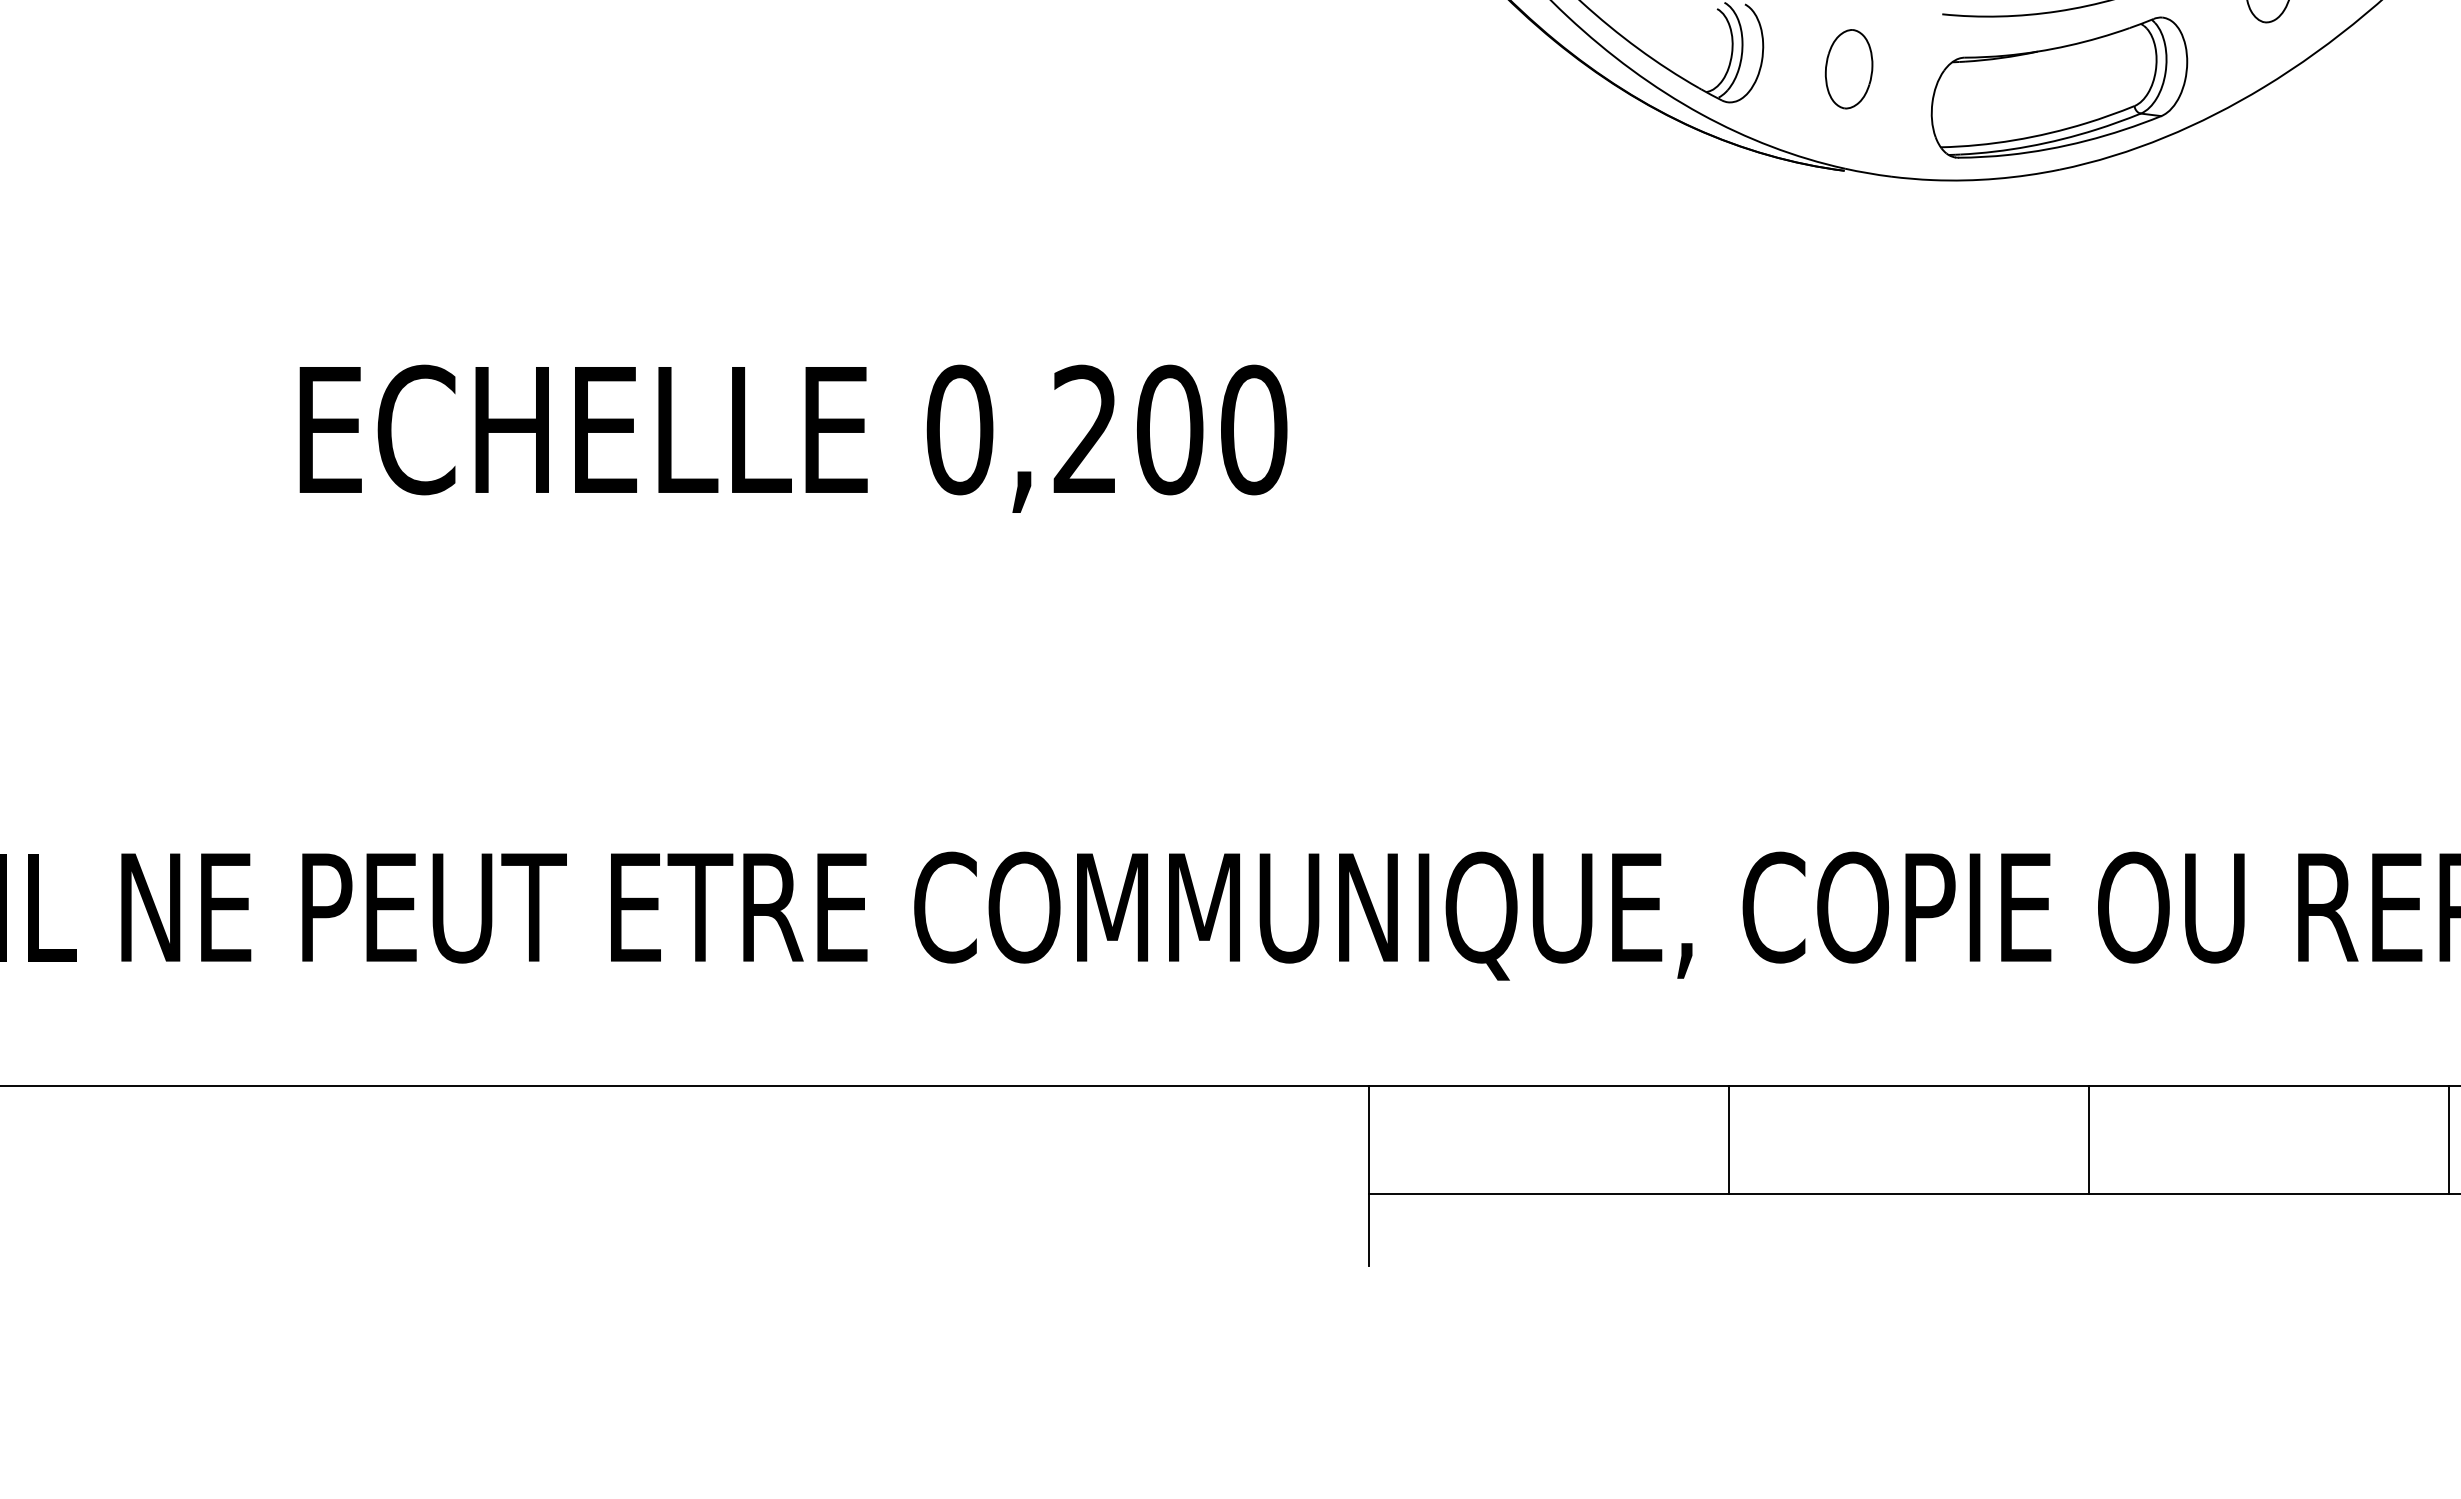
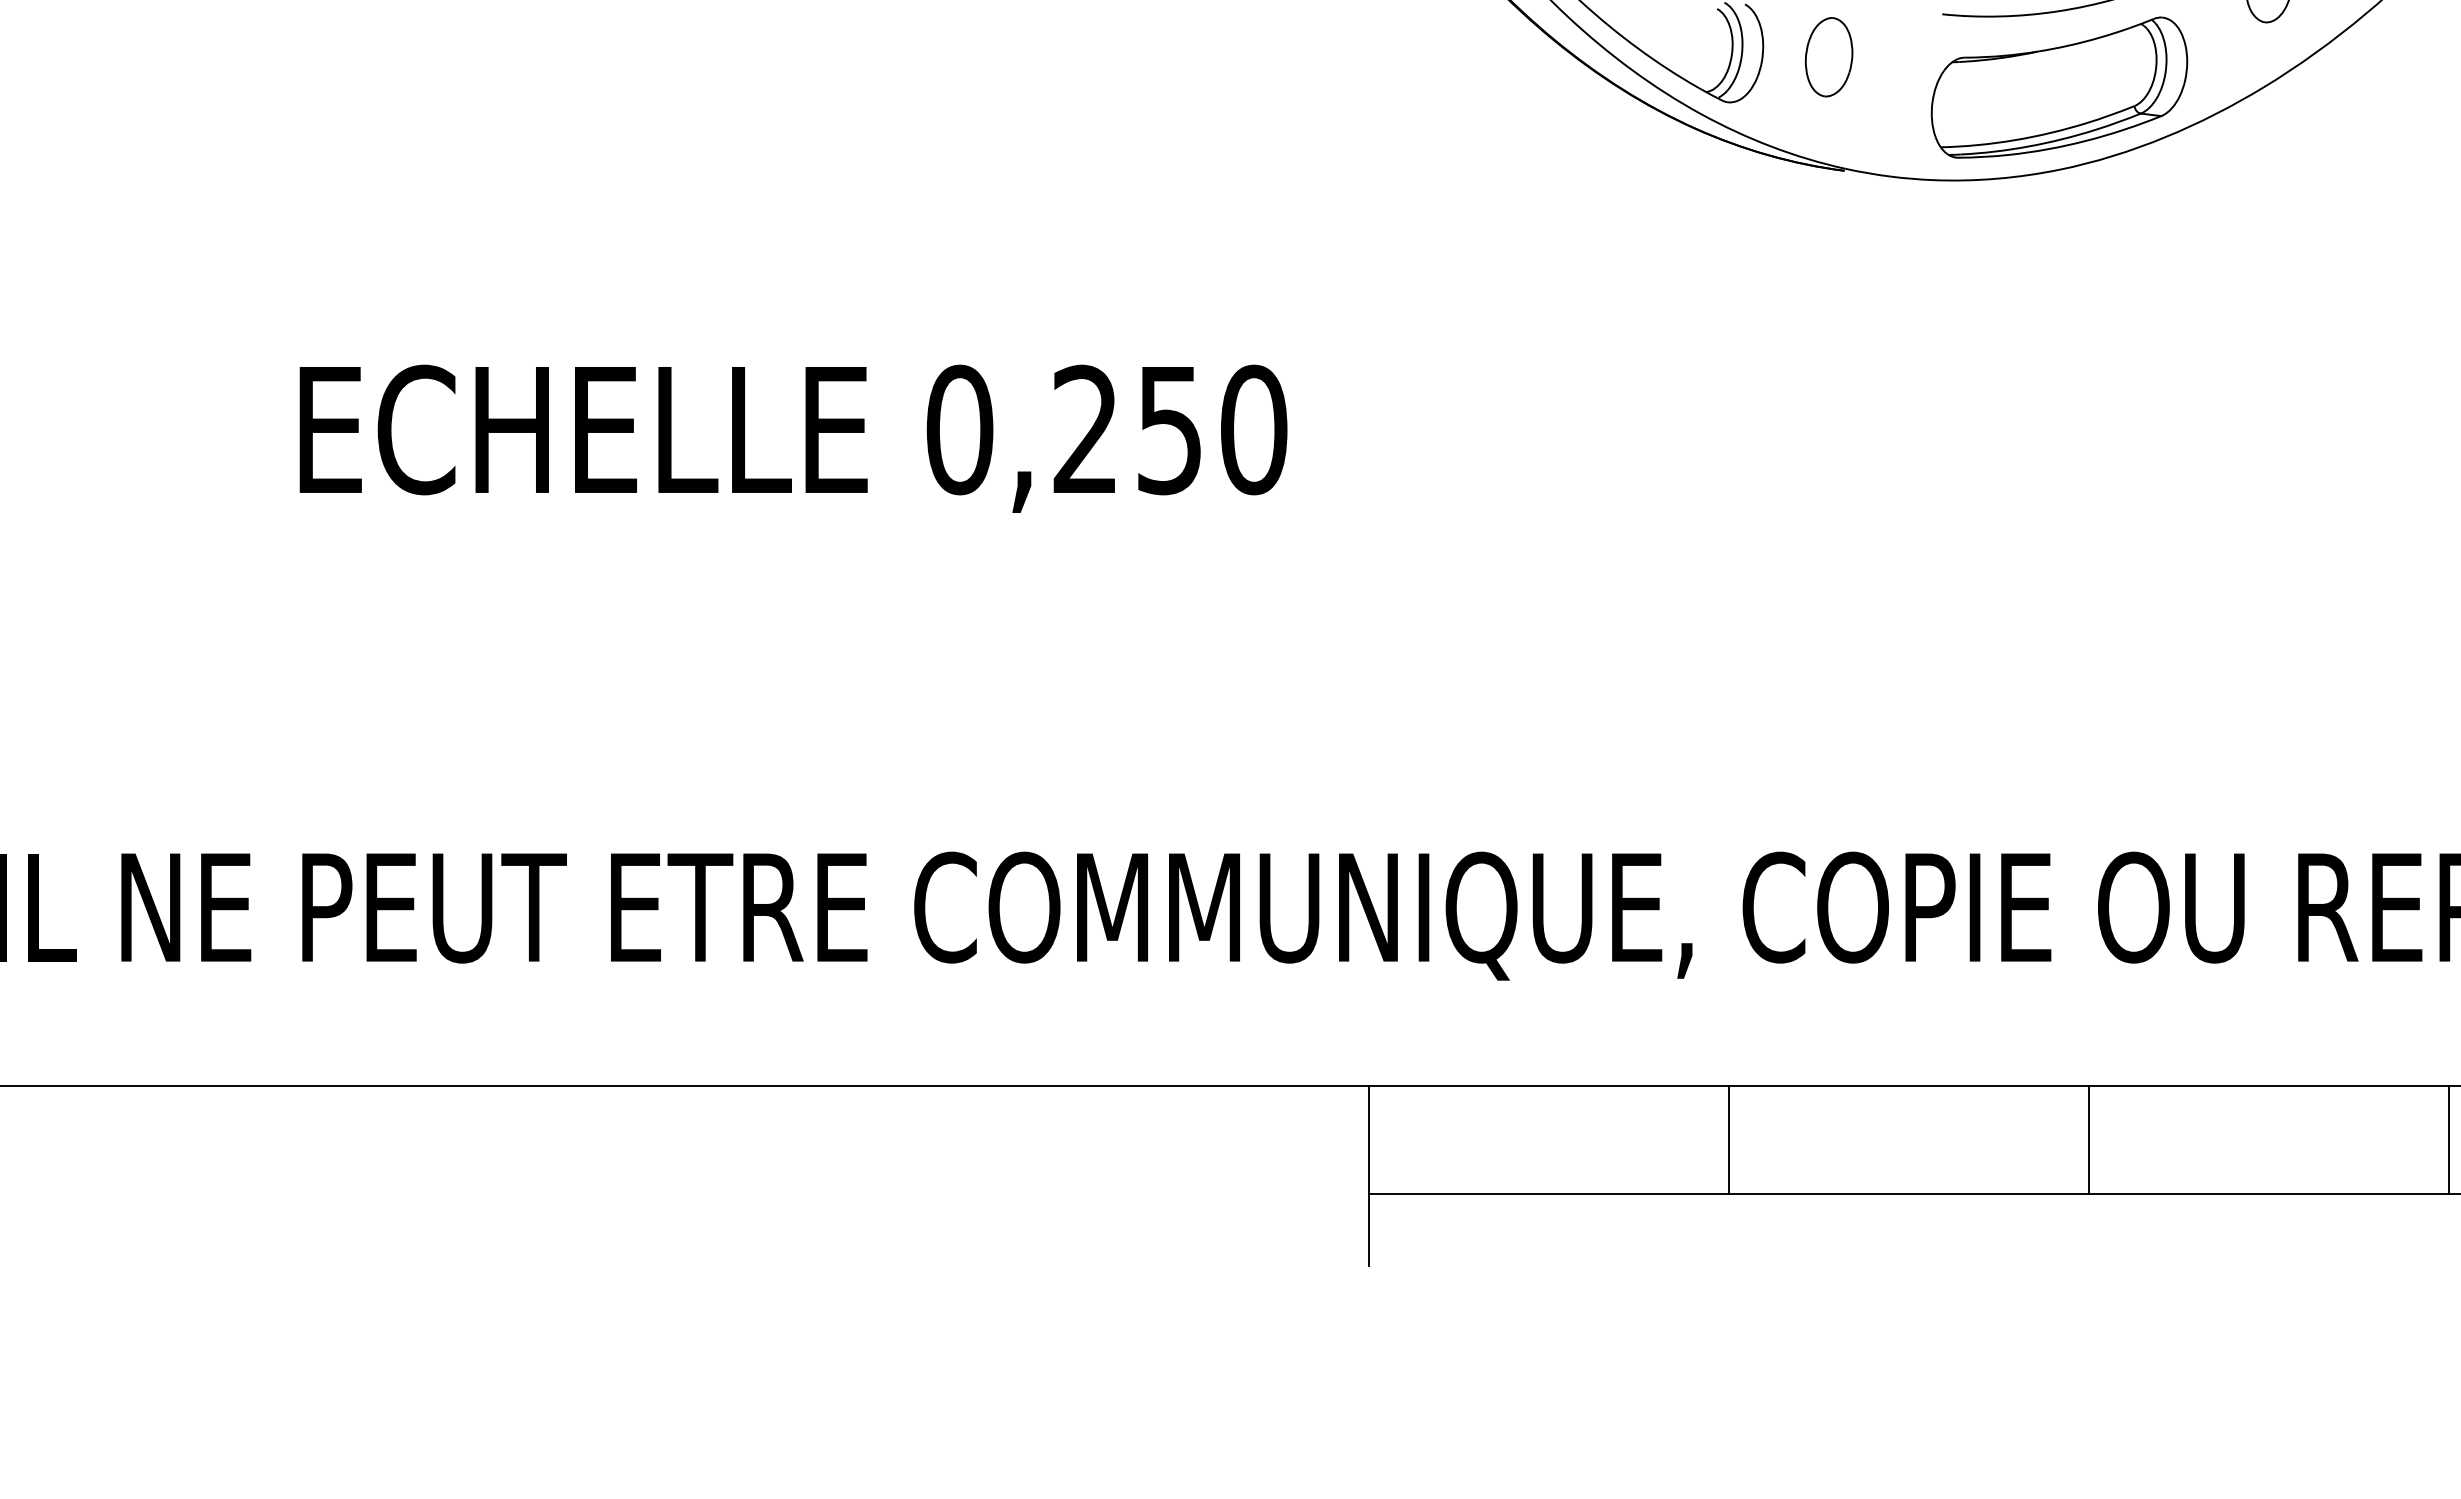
part at (1848, 69) position: (1848, 69) -> (1828, 57)
text at (1170, 429): 0,200 -> 0,250
